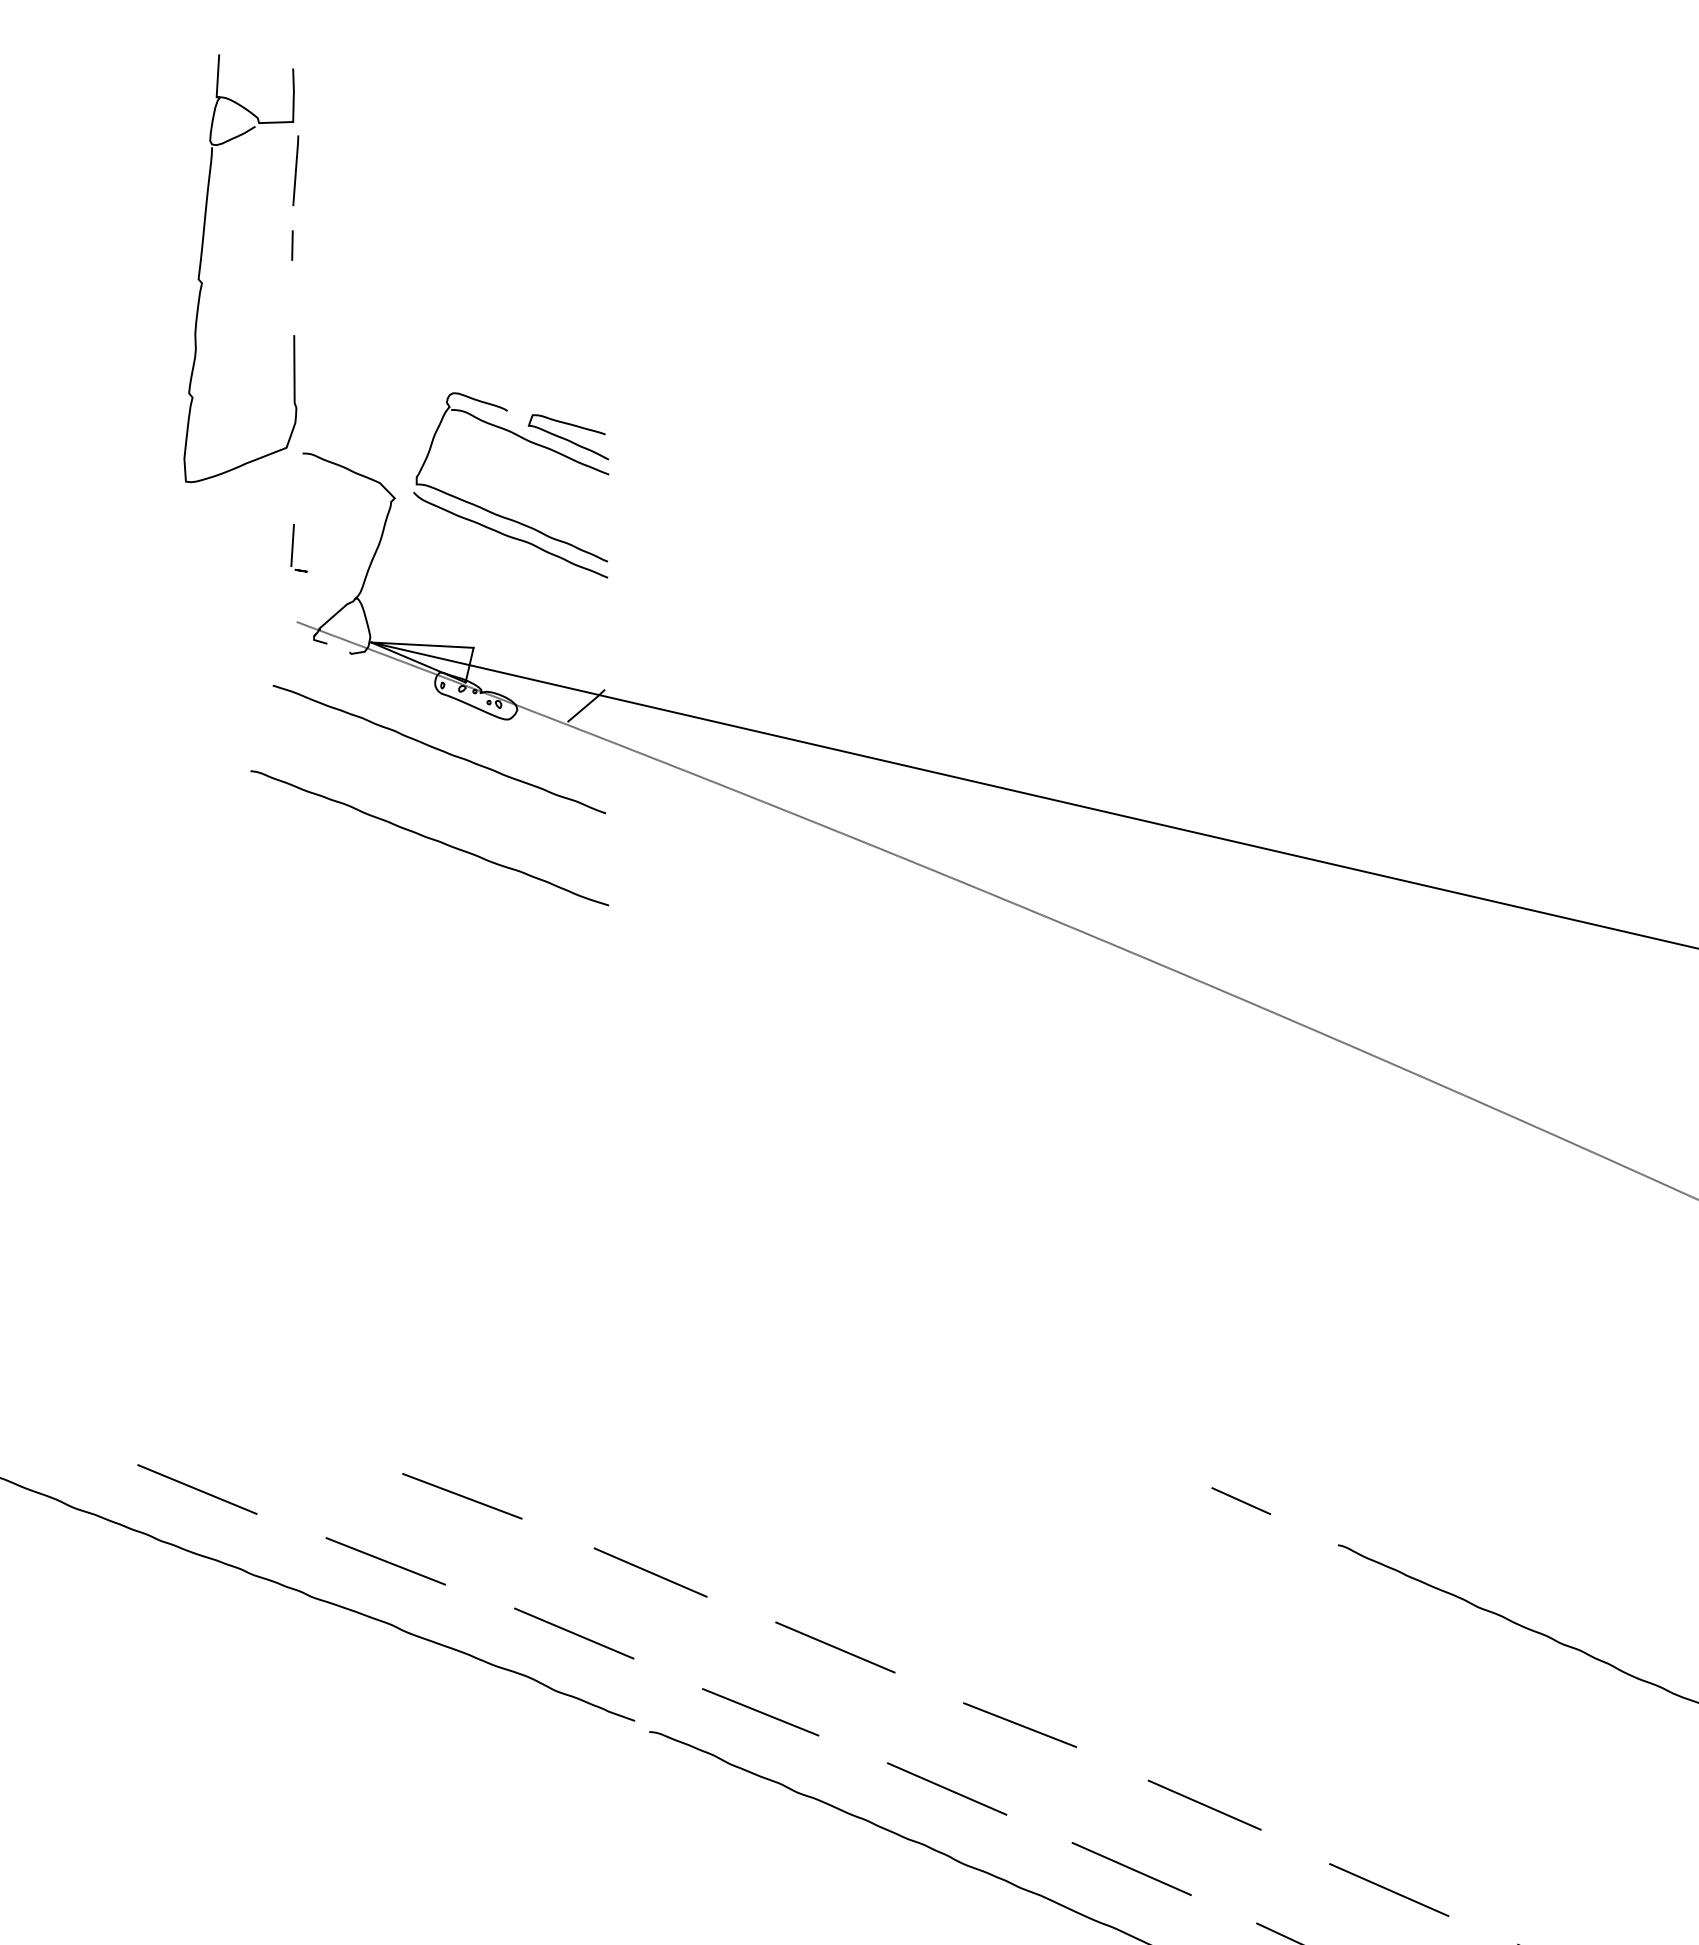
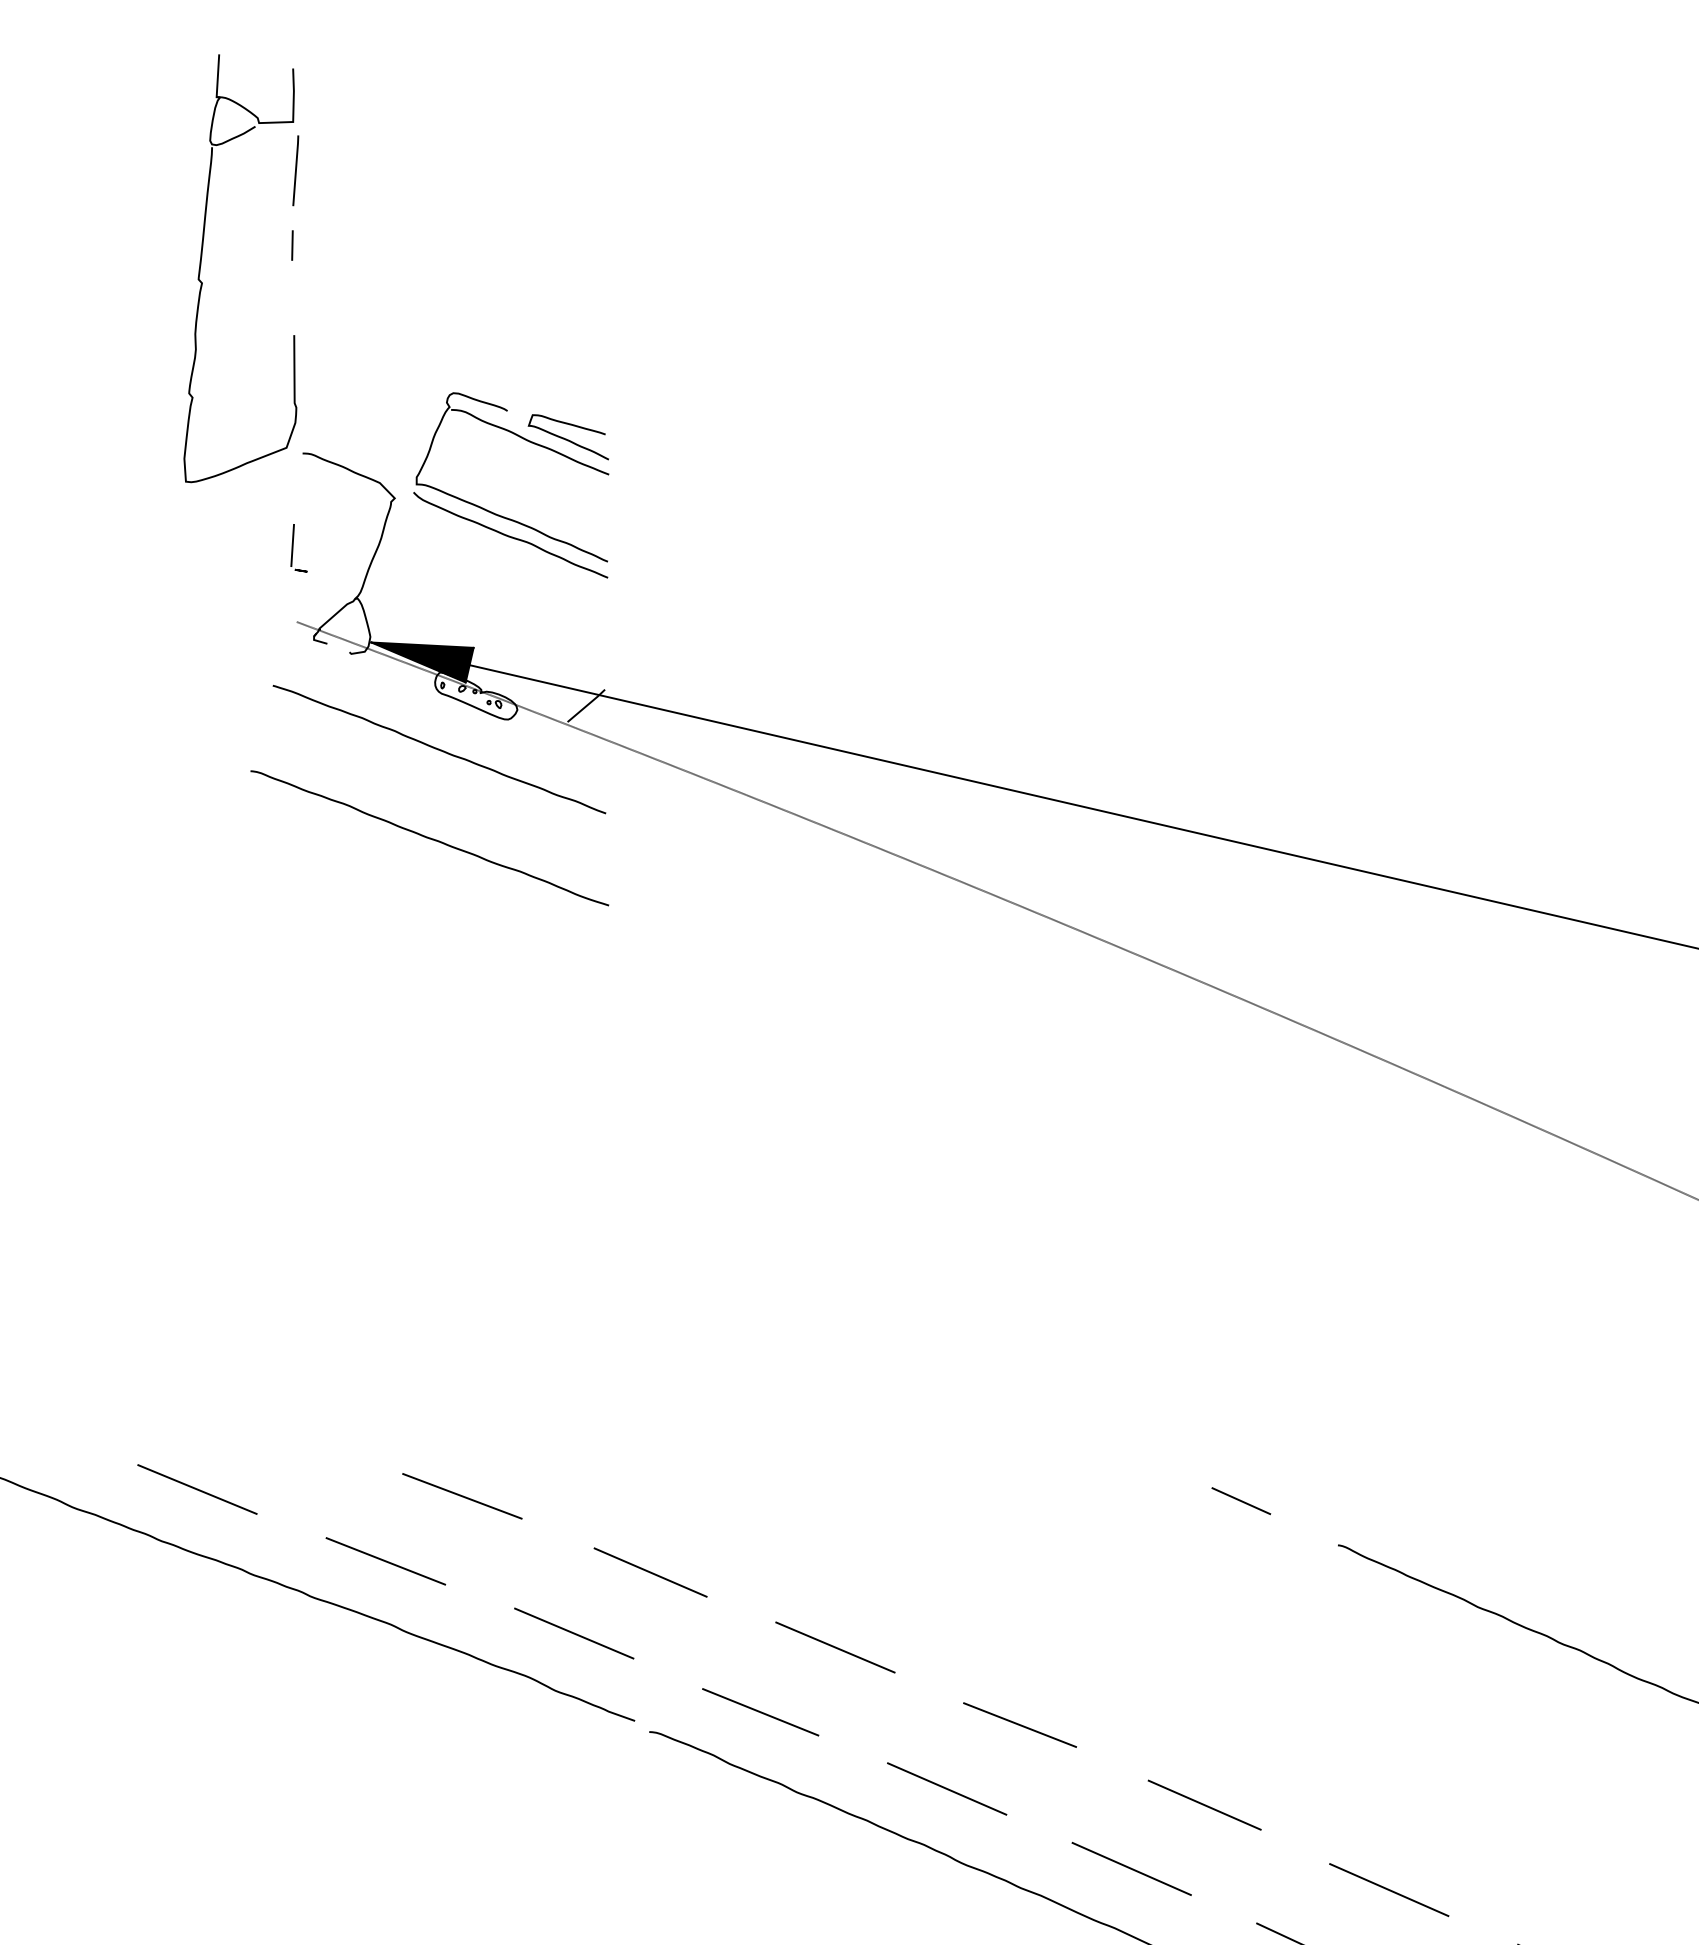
fill at (422, 662): none -> present
